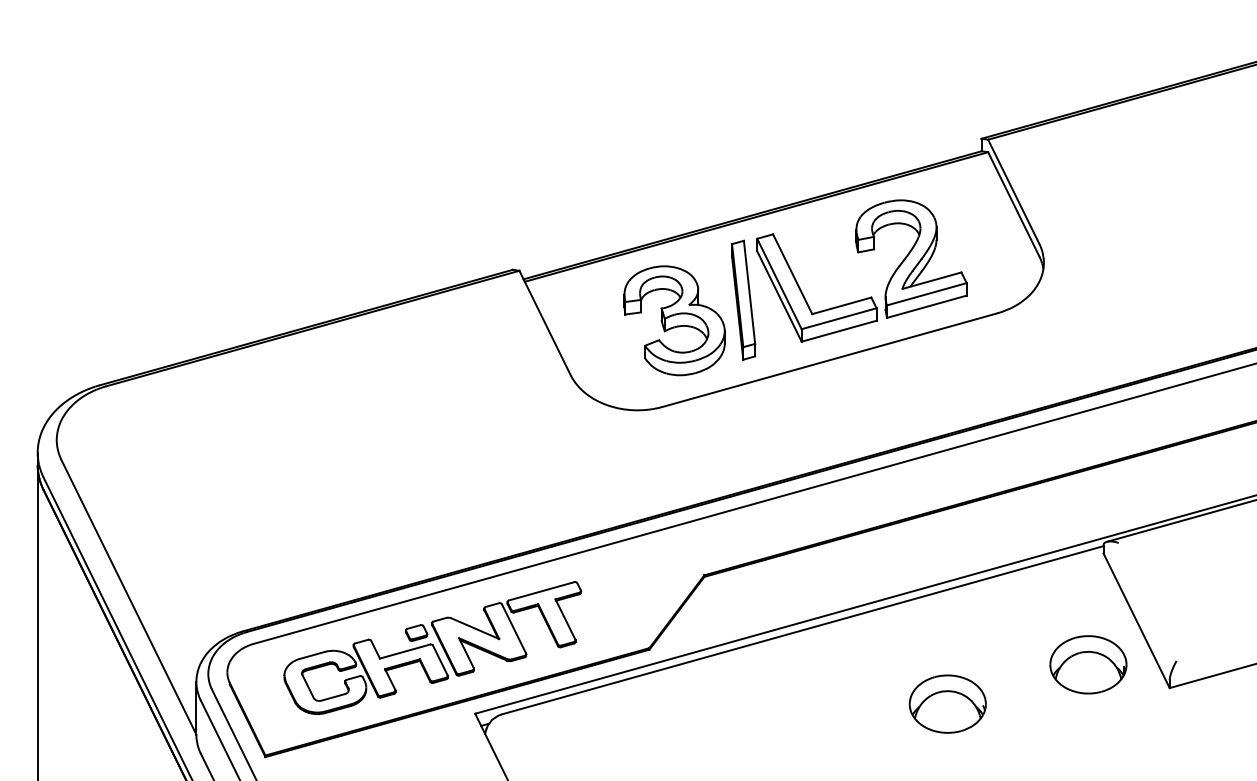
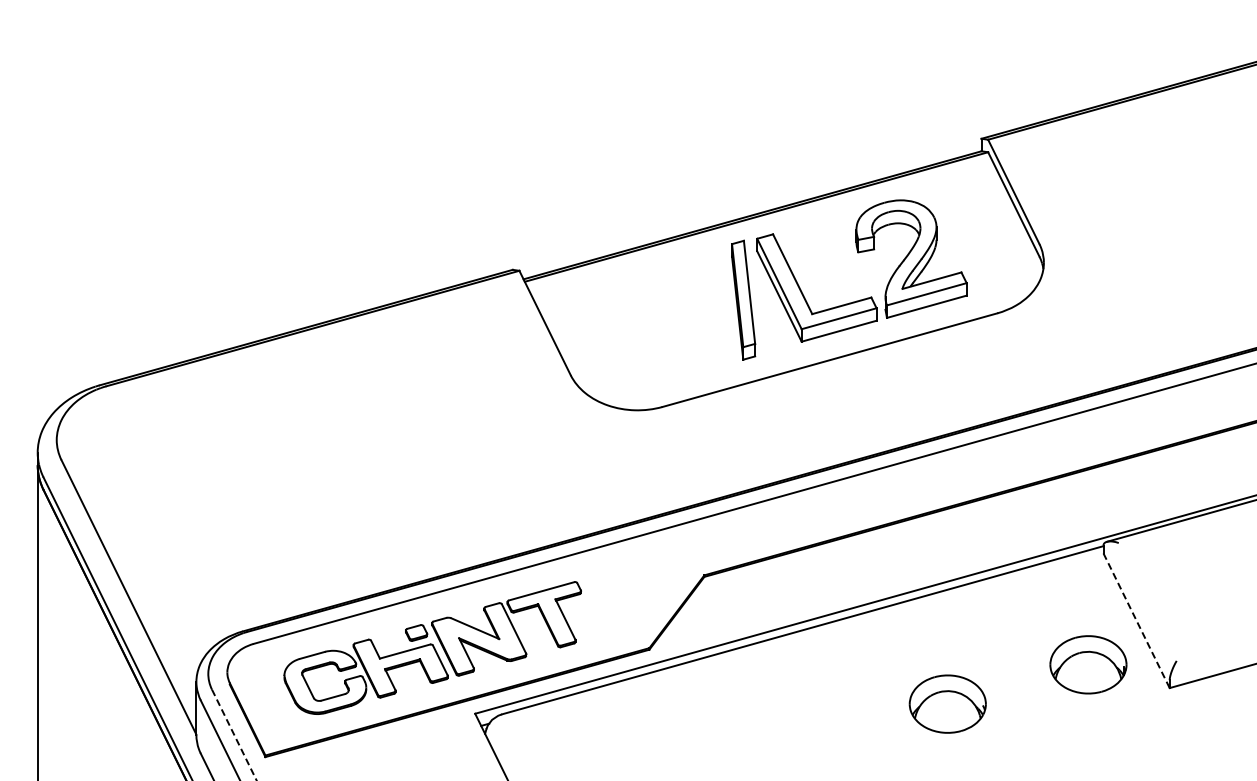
part at (674, 320): present -> none
line at (1136, 621): solid -> dashed
line at (234, 735): solid -> dashed
